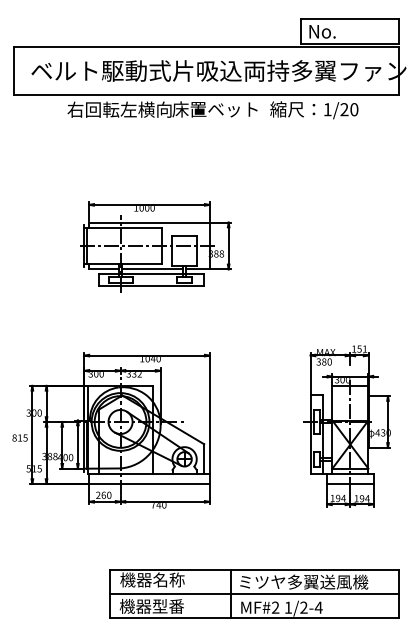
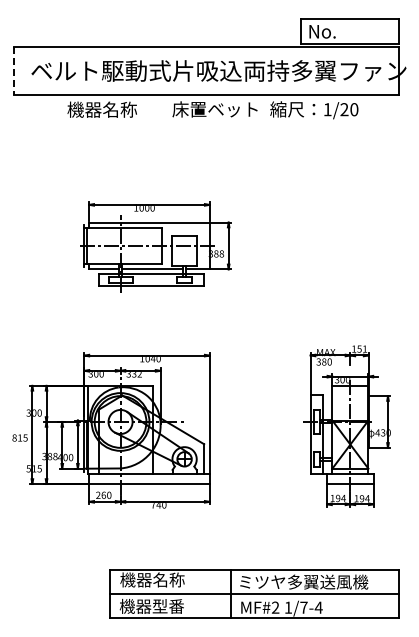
line at (14, 71): solid -> dashed
text at (119, 109): 右回転左横向 -> 機器名称
text at (303, 607): 1/2-4 -> 1/7-4
